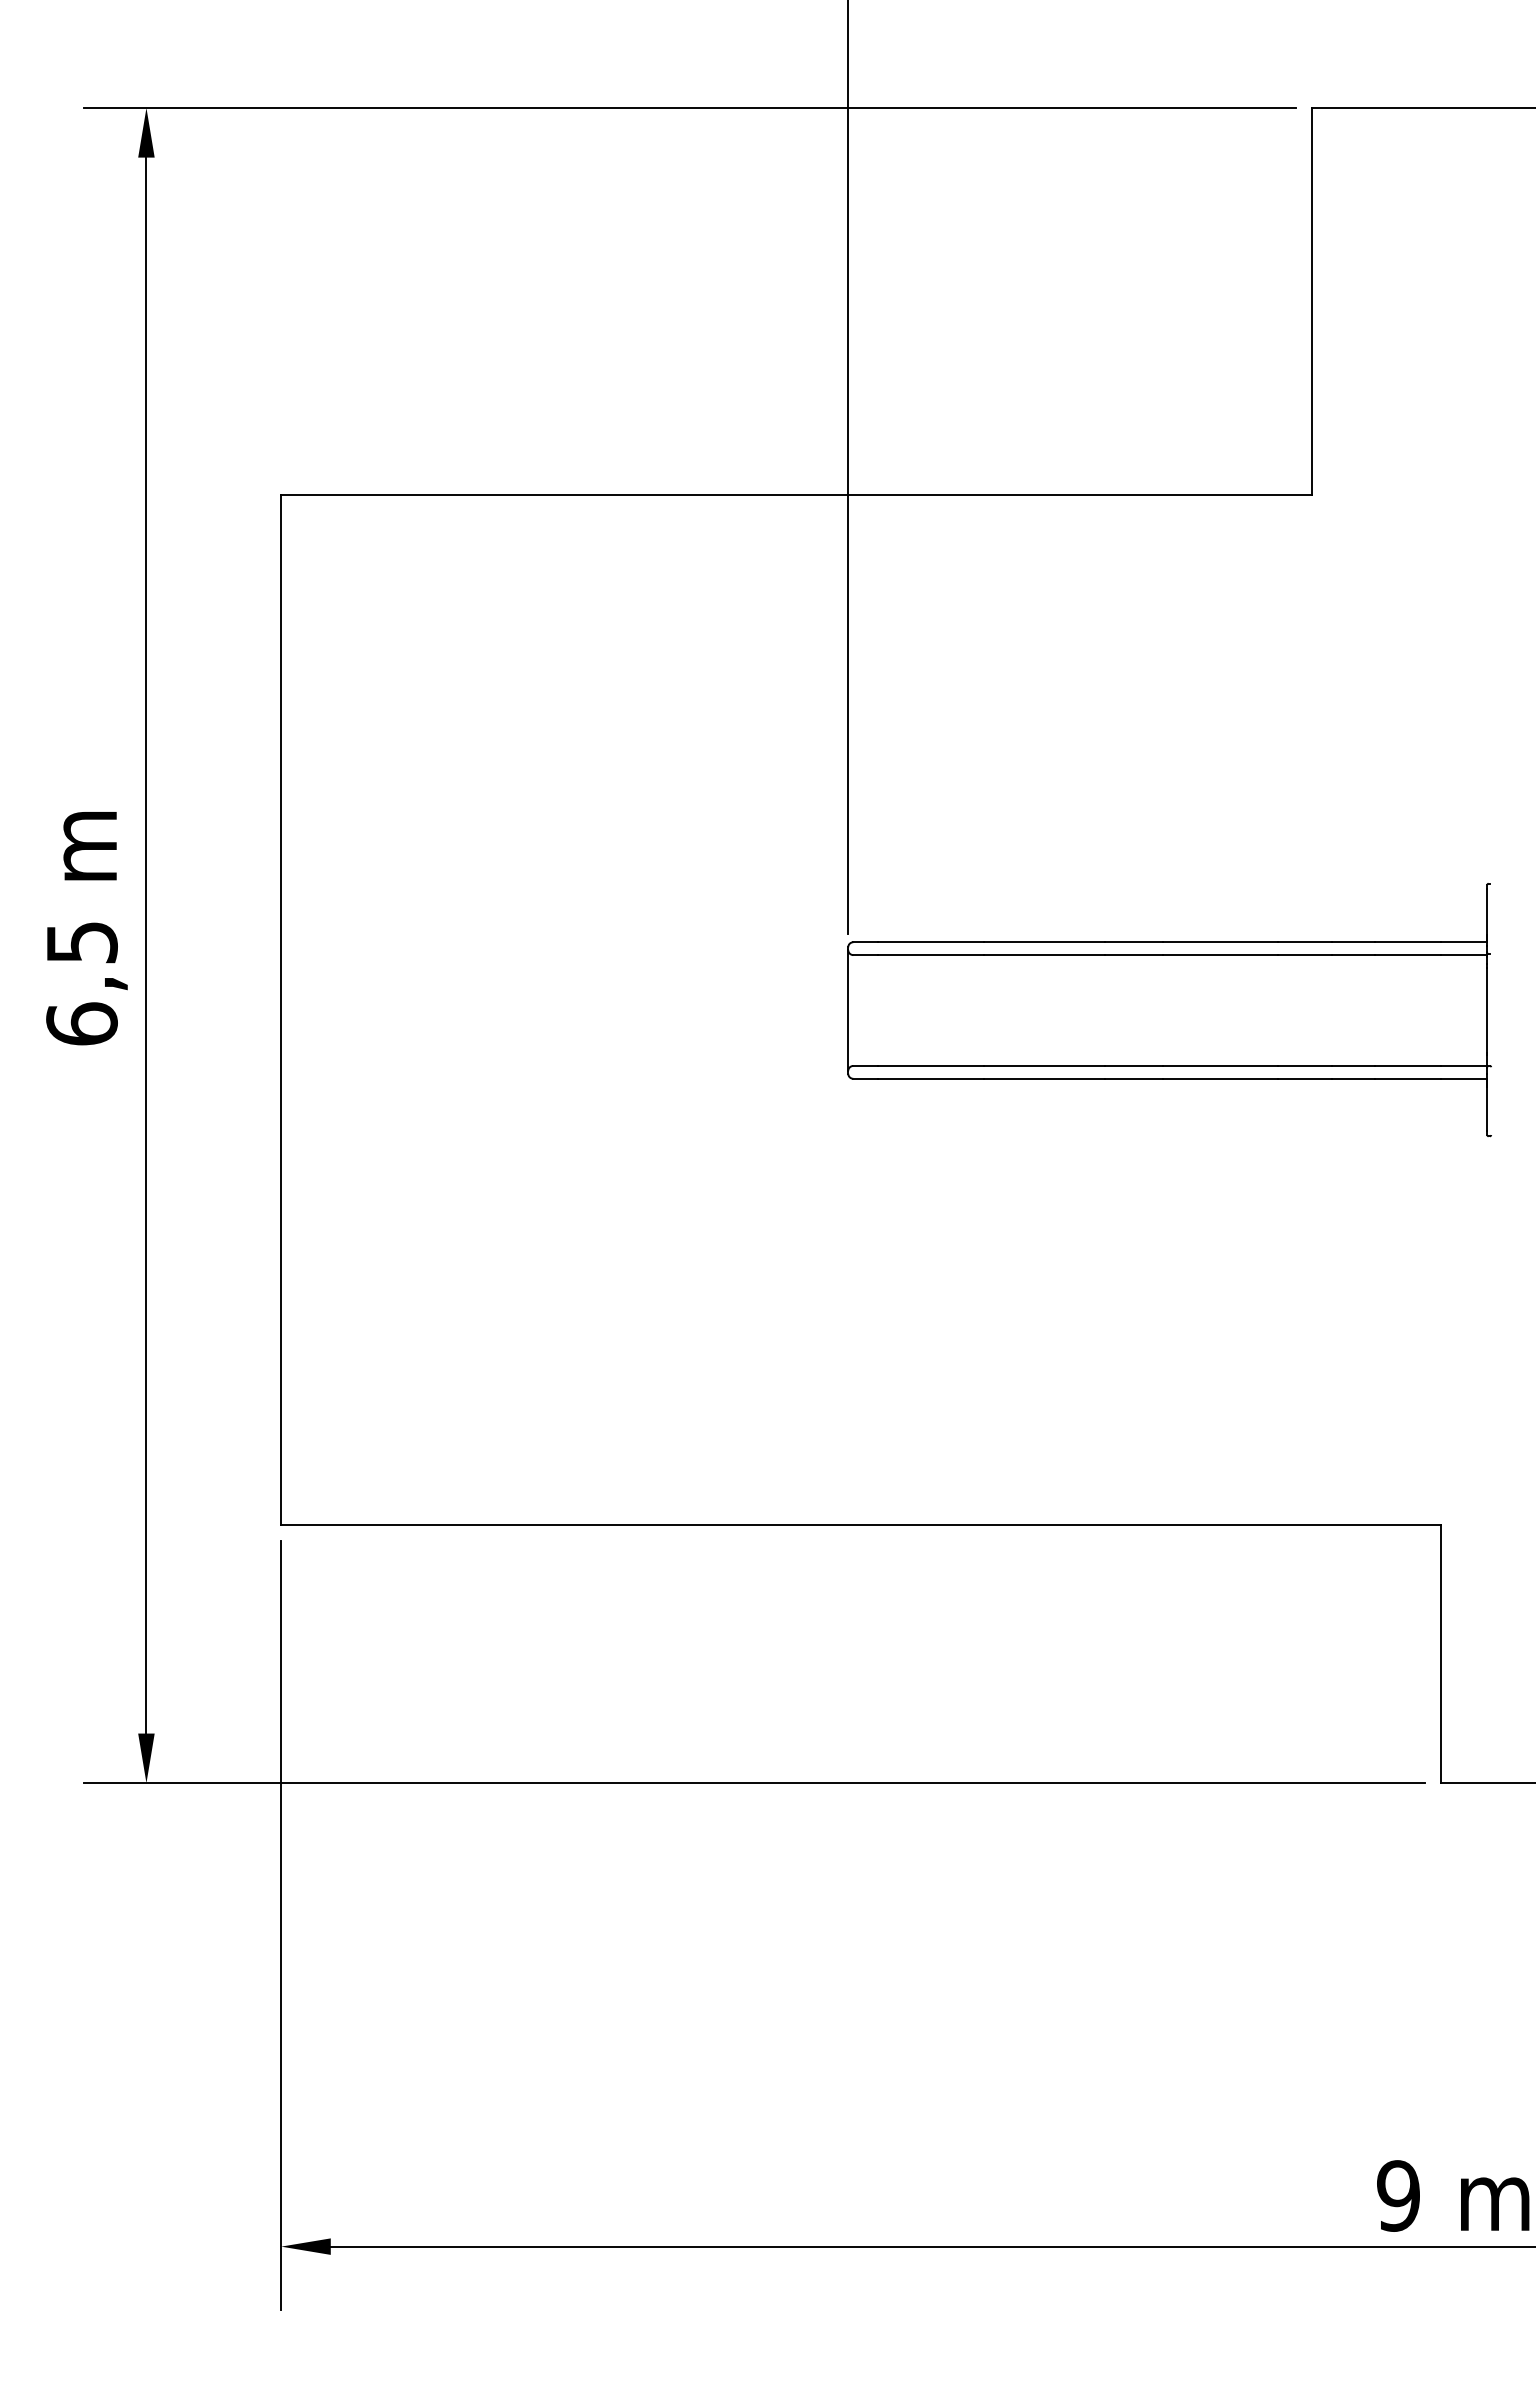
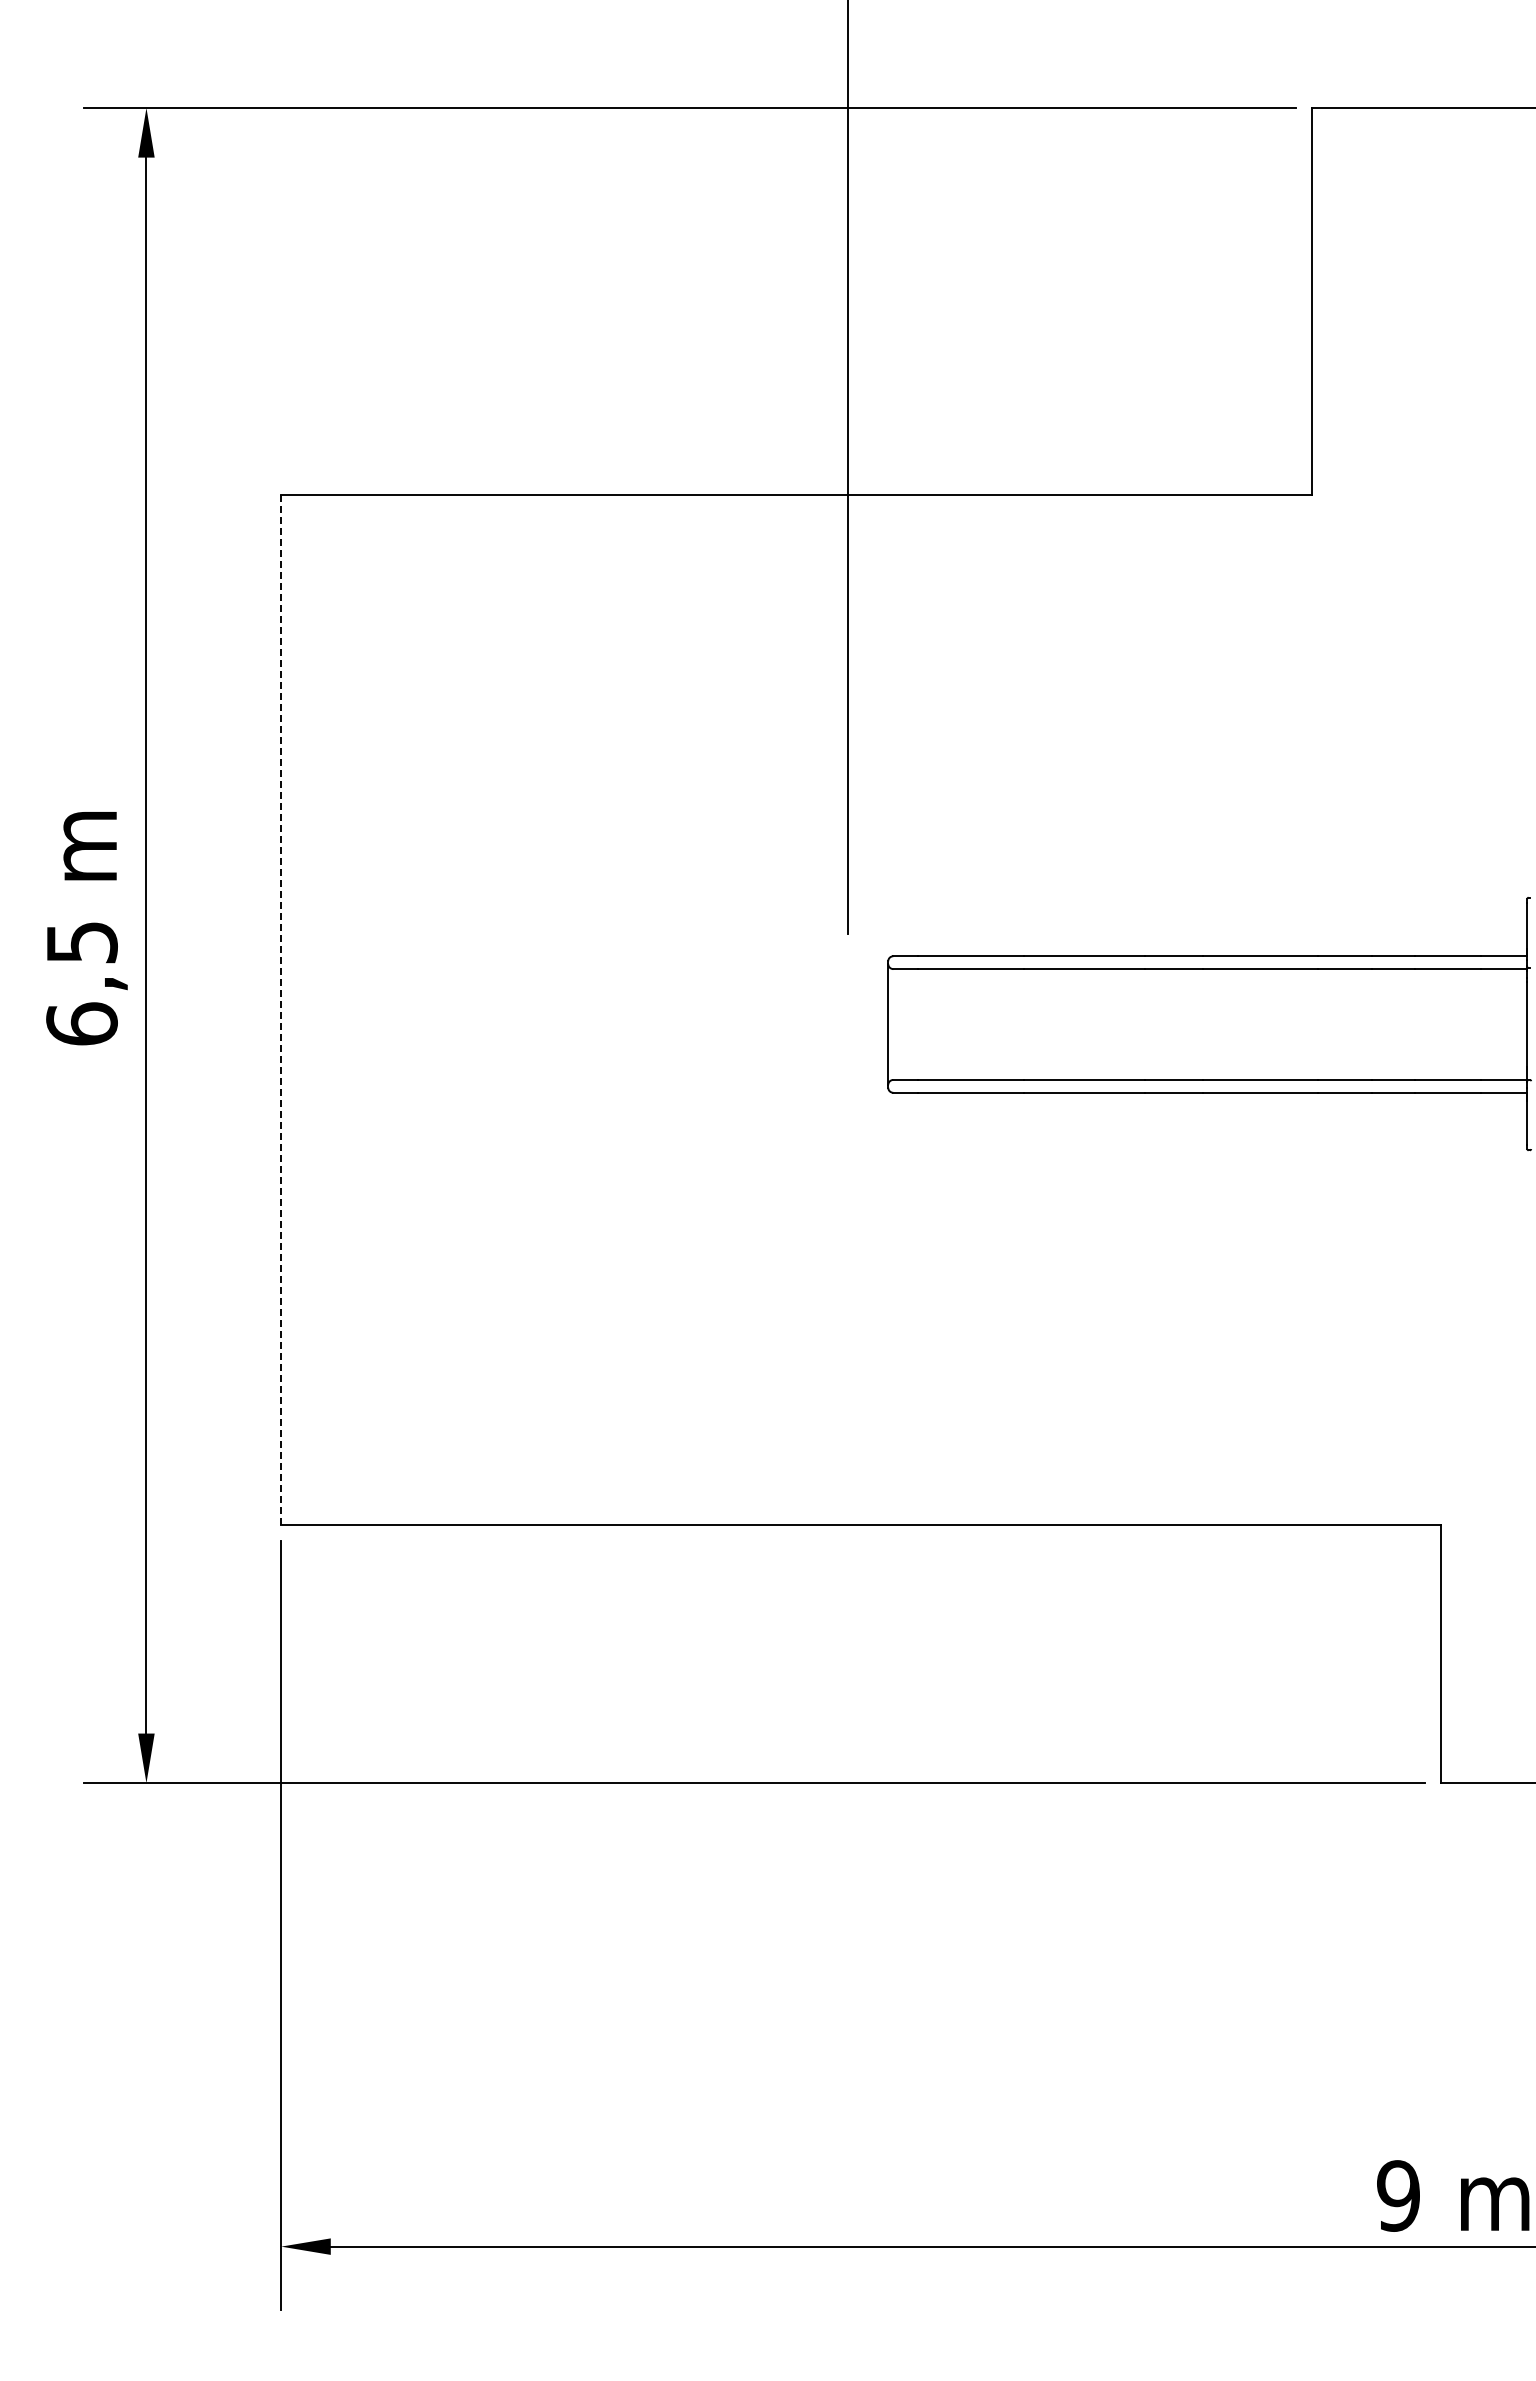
line at (281, 1009): solid -> dashed
part at (1169, 1010) position: (1169, 1010) -> (1209, 1024)
